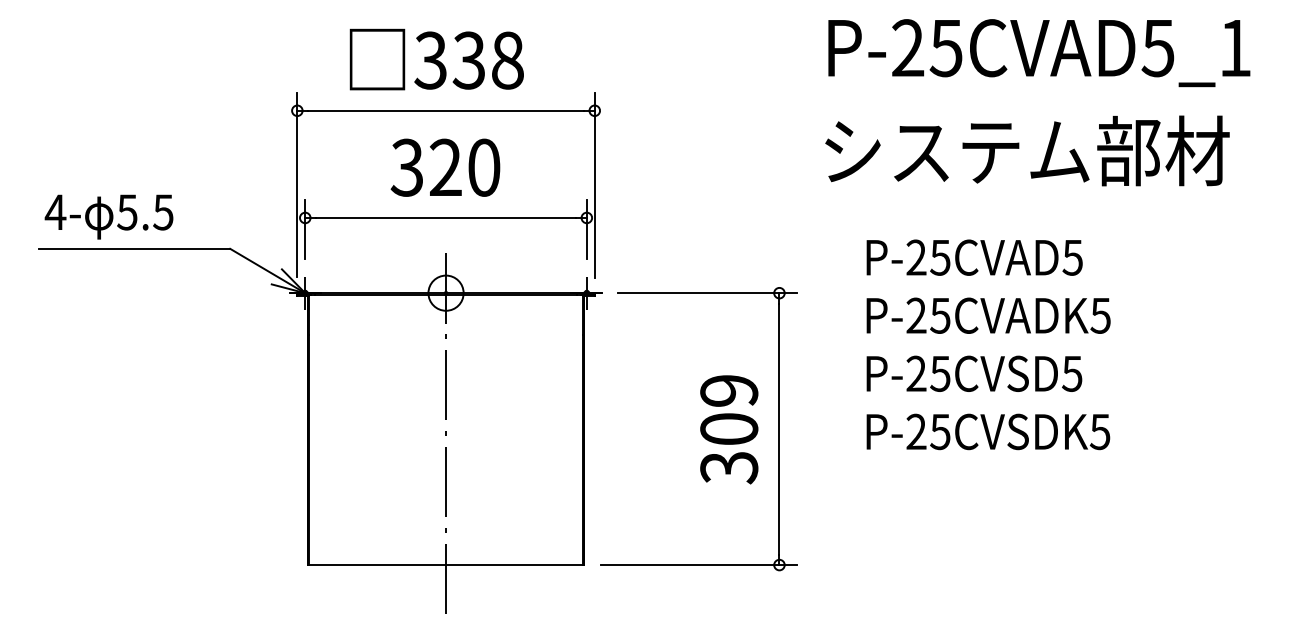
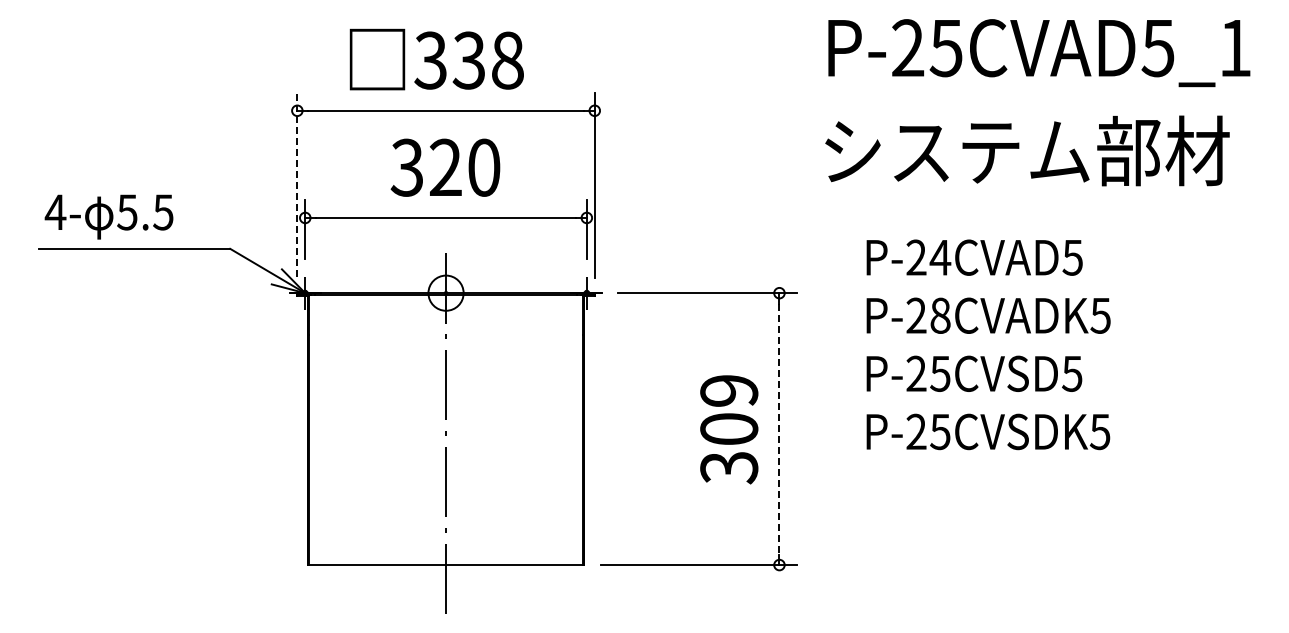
line at (297, 185): solid -> dashed
text at (940, 257): P-25CVAD5 -> P-24CVAD5
text at (940, 315): P-25CVADK5 -> P-28CVADK5
line at (779, 429): solid -> dashed
